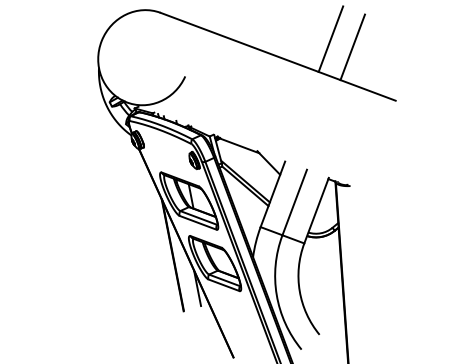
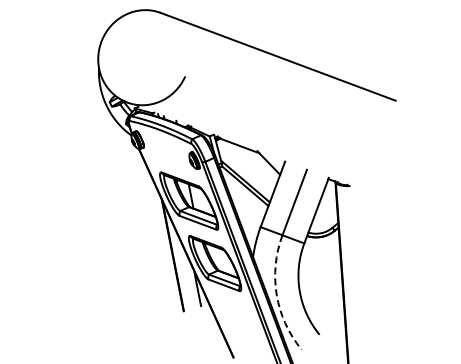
line at (330, 38): present -> none
line at (352, 47): present -> none
arc at (276, 295): solid -> dashed
